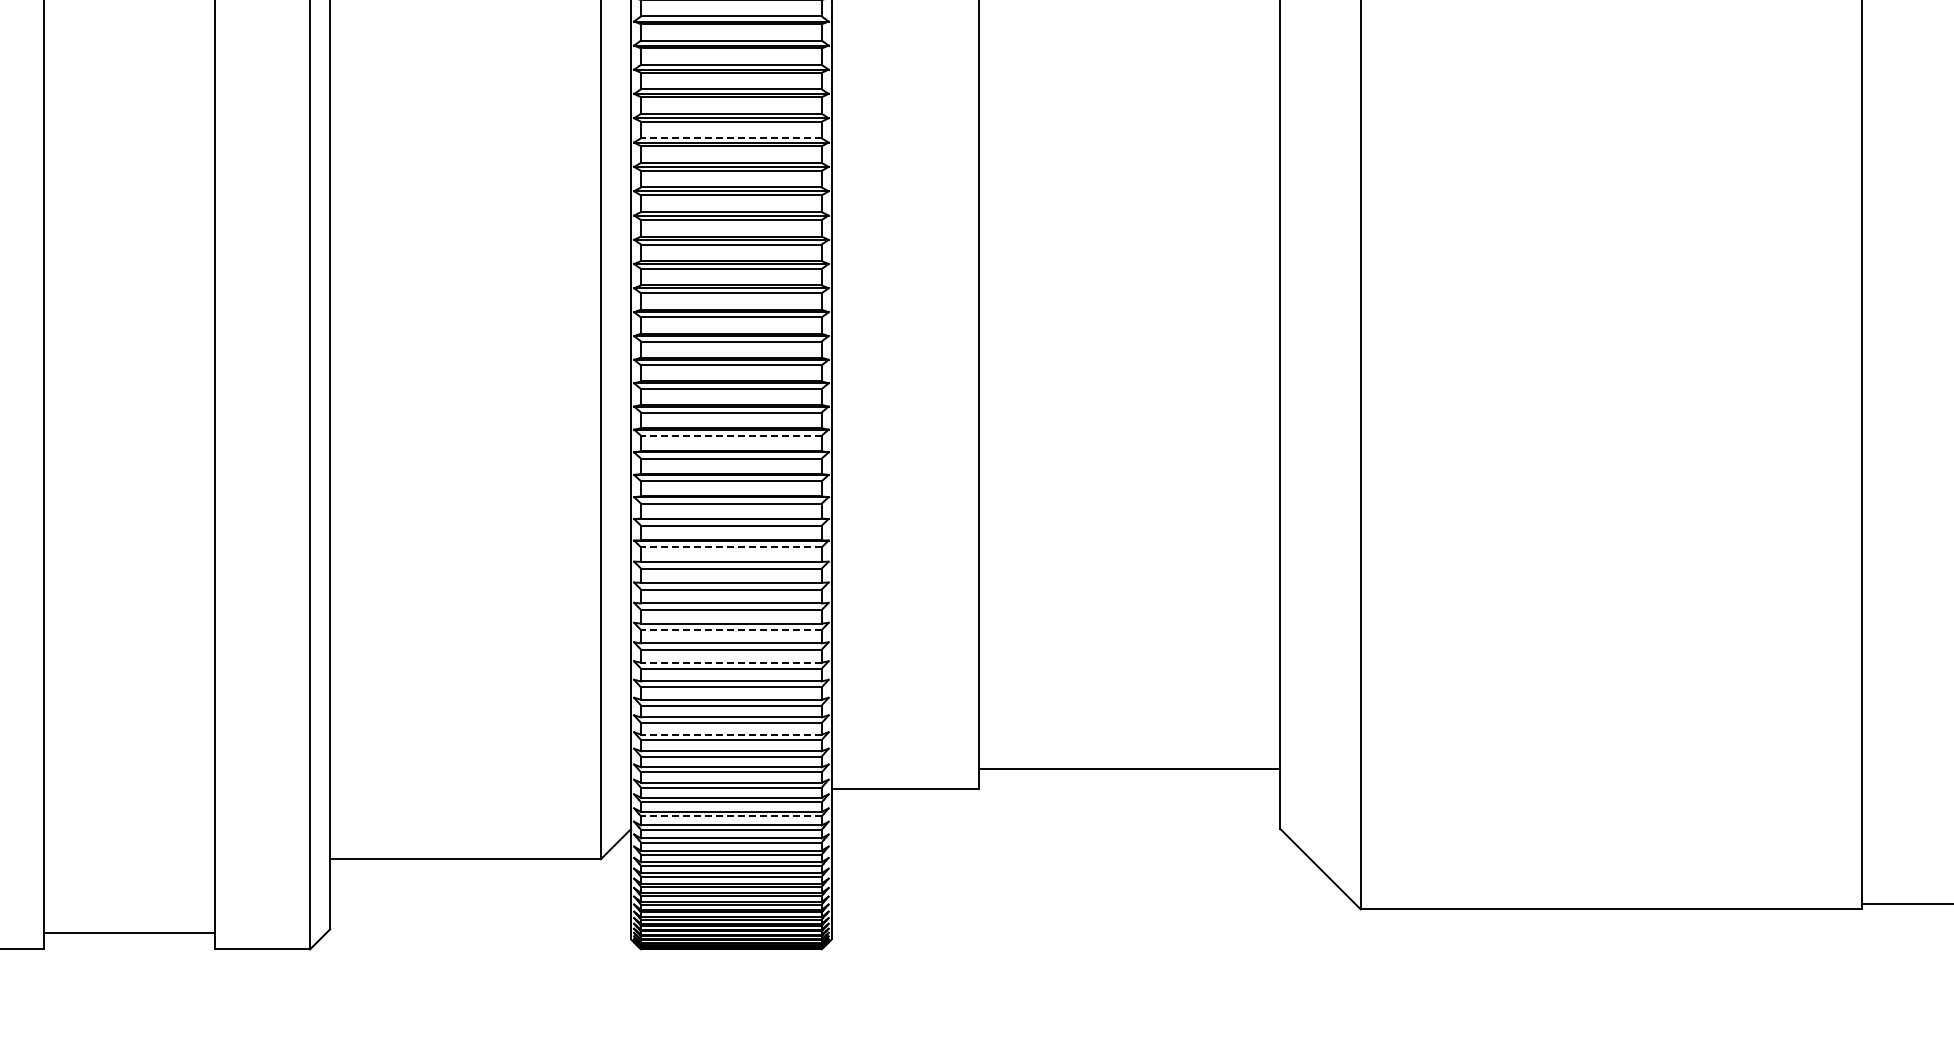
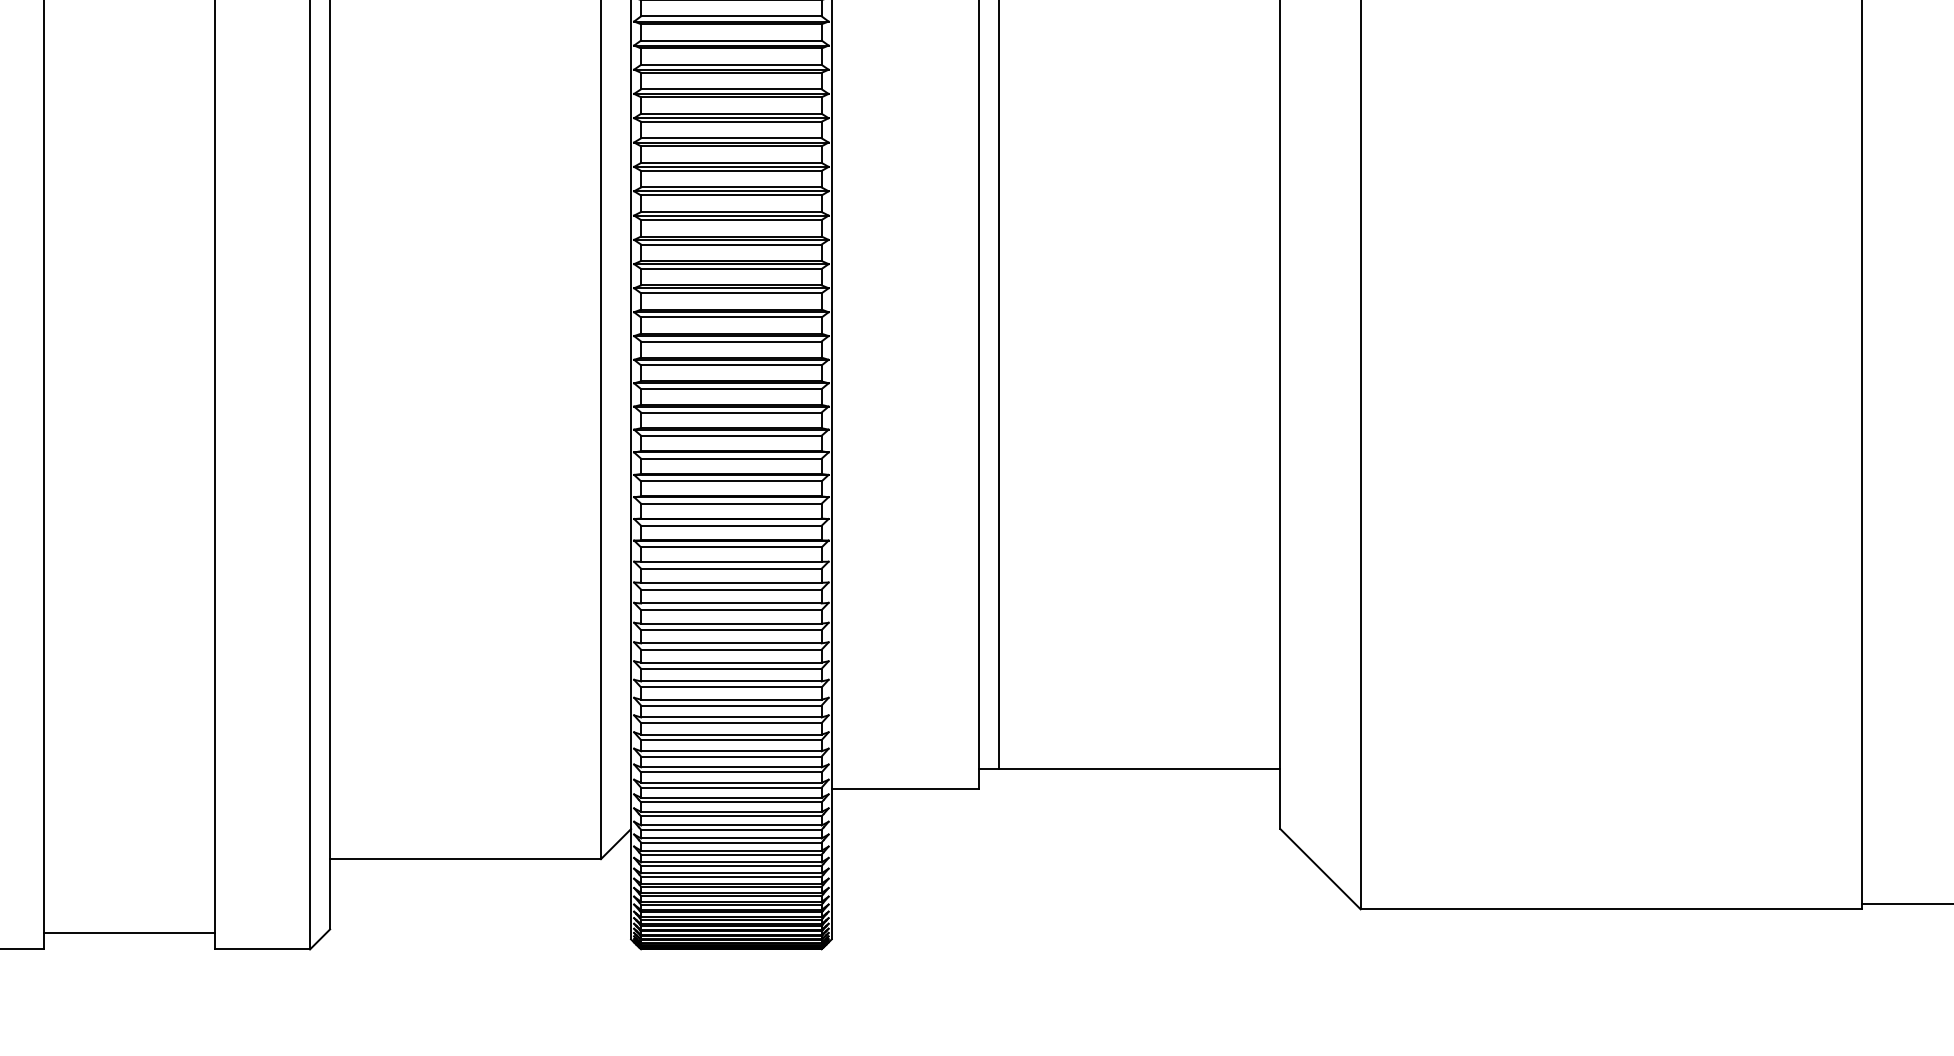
line at (730, 138): dashed -> solid
line at (999, 385): none -> present
line at (730, 435): dashed -> solid
line at (730, 547): dashed -> solid
line at (730, 630): dashed -> solid
line at (730, 662): dashed -> solid
line at (730, 734): dashed -> solid
line at (730, 816): dashed -> solid
